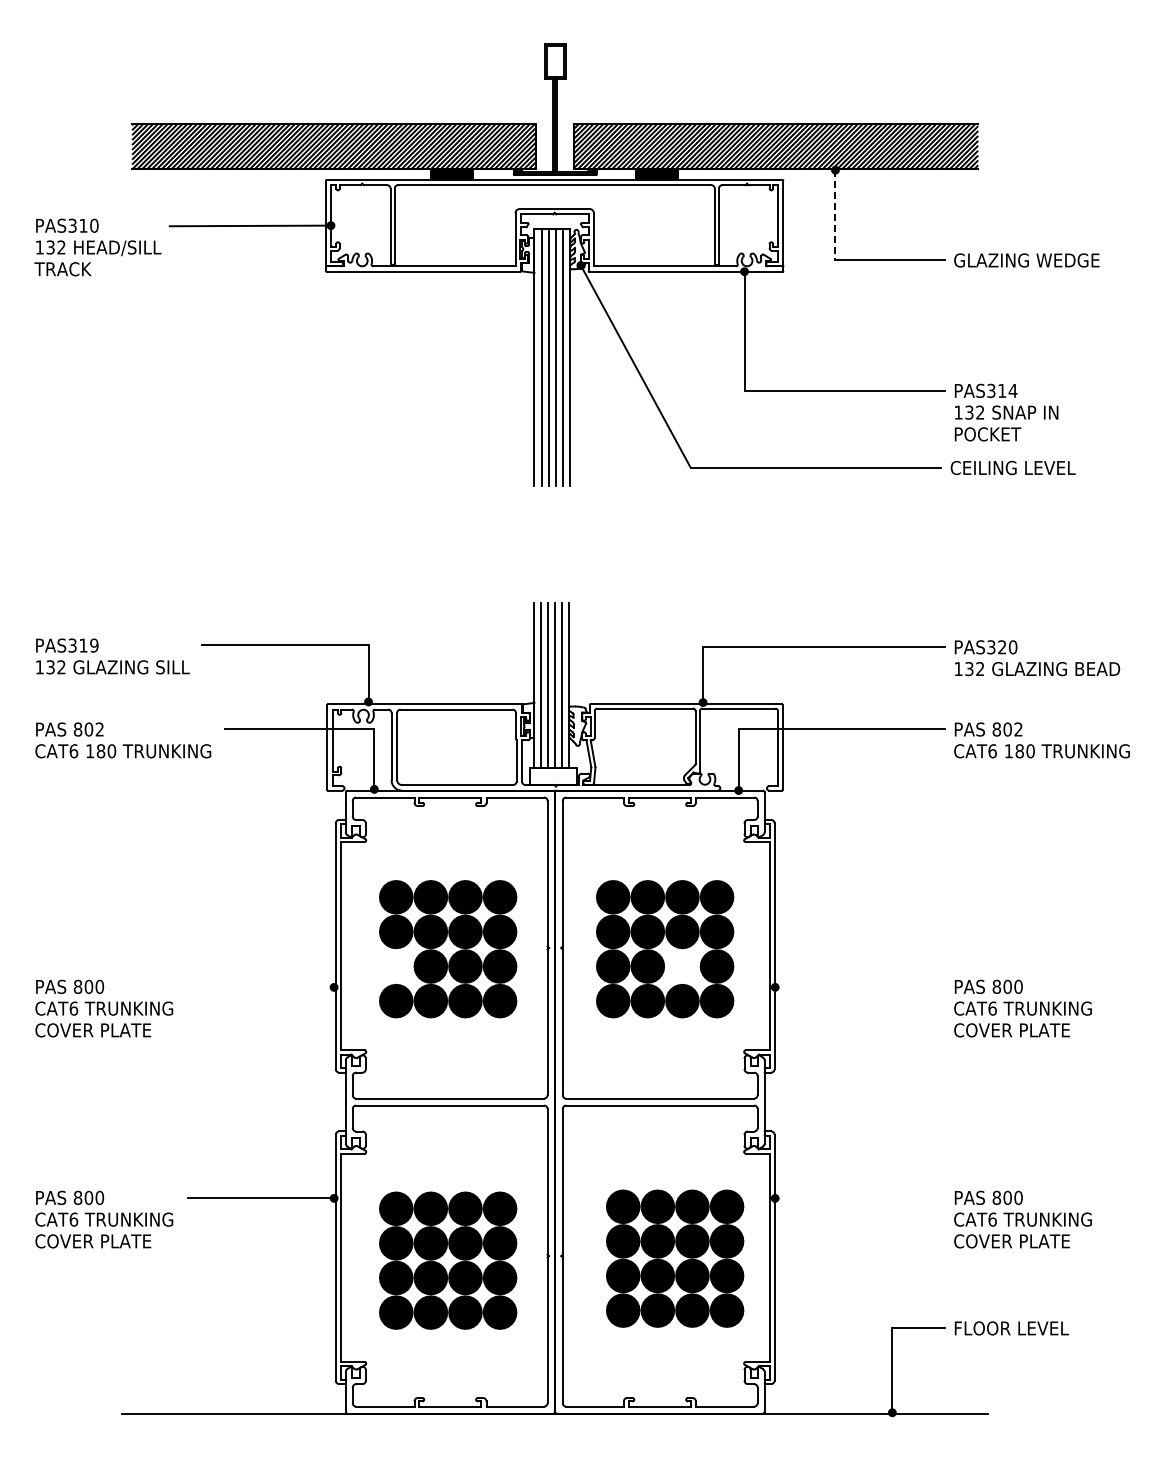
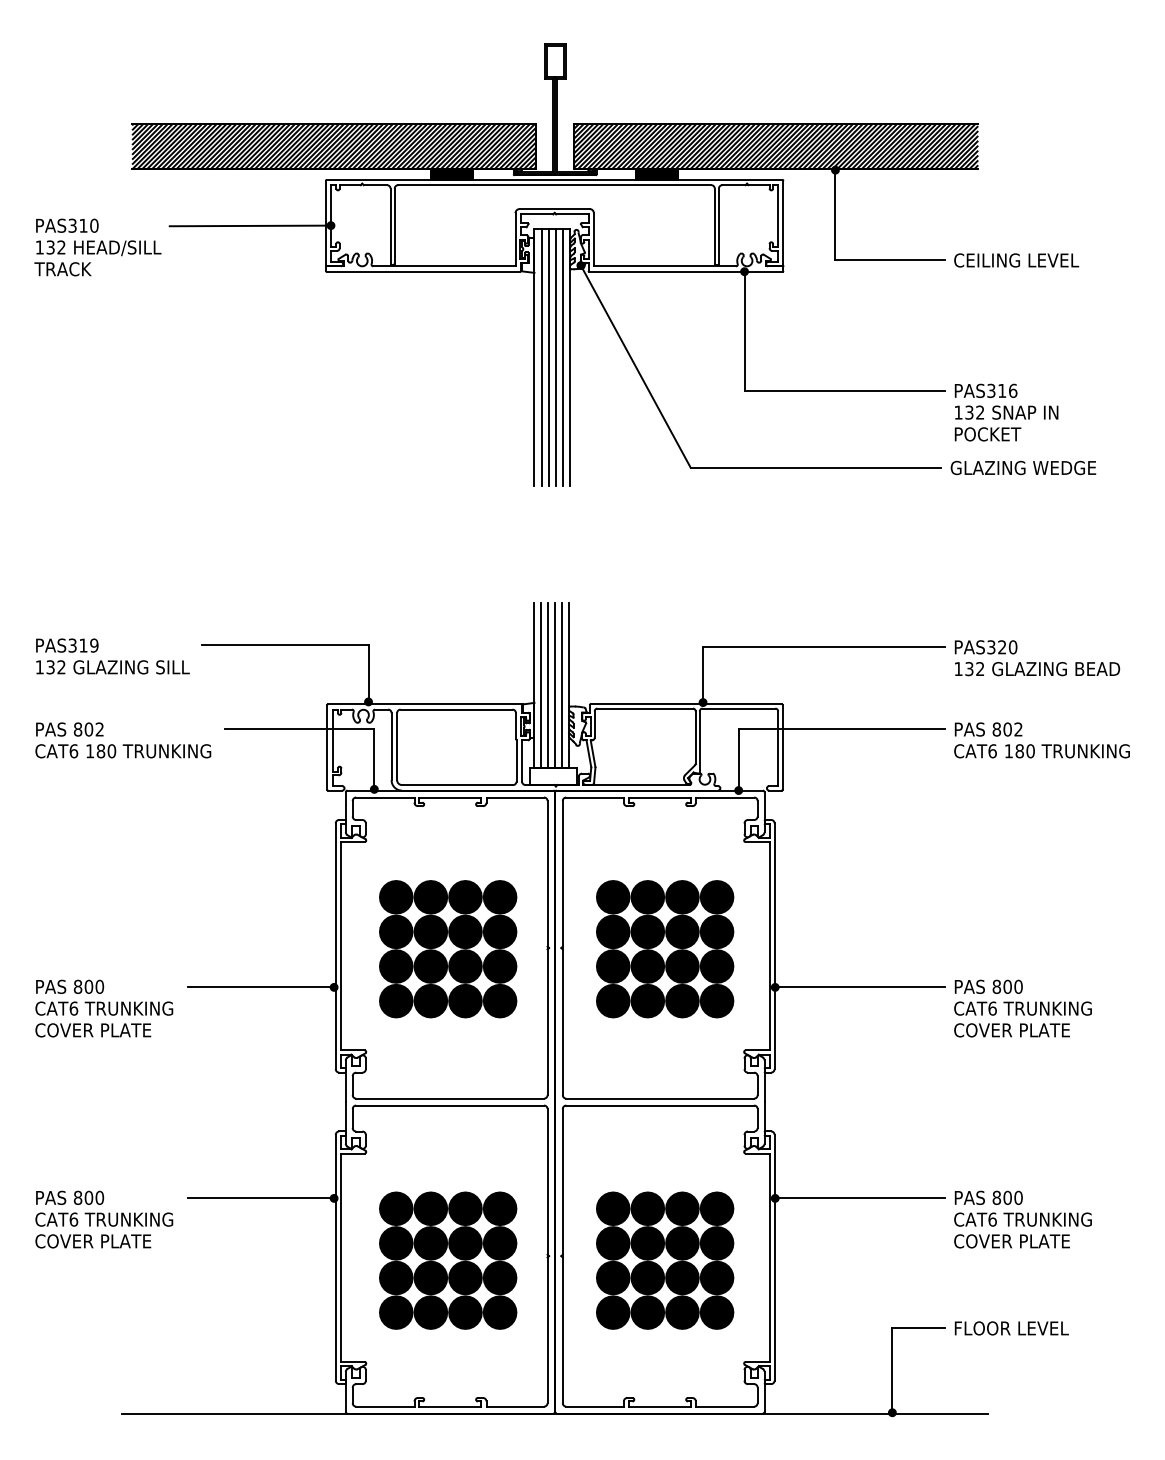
line at (835, 215): dashed -> solid
text at (1029, 260): GLAZING WEDGE -> CEILING LEVEL
text at (1012, 390): PAS314 -> PAS316
text at (1026, 467): CEILING LEVEL -> GLAZING WEDGE
fill at (395, 966): none -> present
fill at (682, 966): none -> present
line at (260, 987): none -> present
line at (859, 987): none -> present
line at (859, 1198): none -> present
part at (675, 1258) position: (675, 1258) -> (665, 1260)
